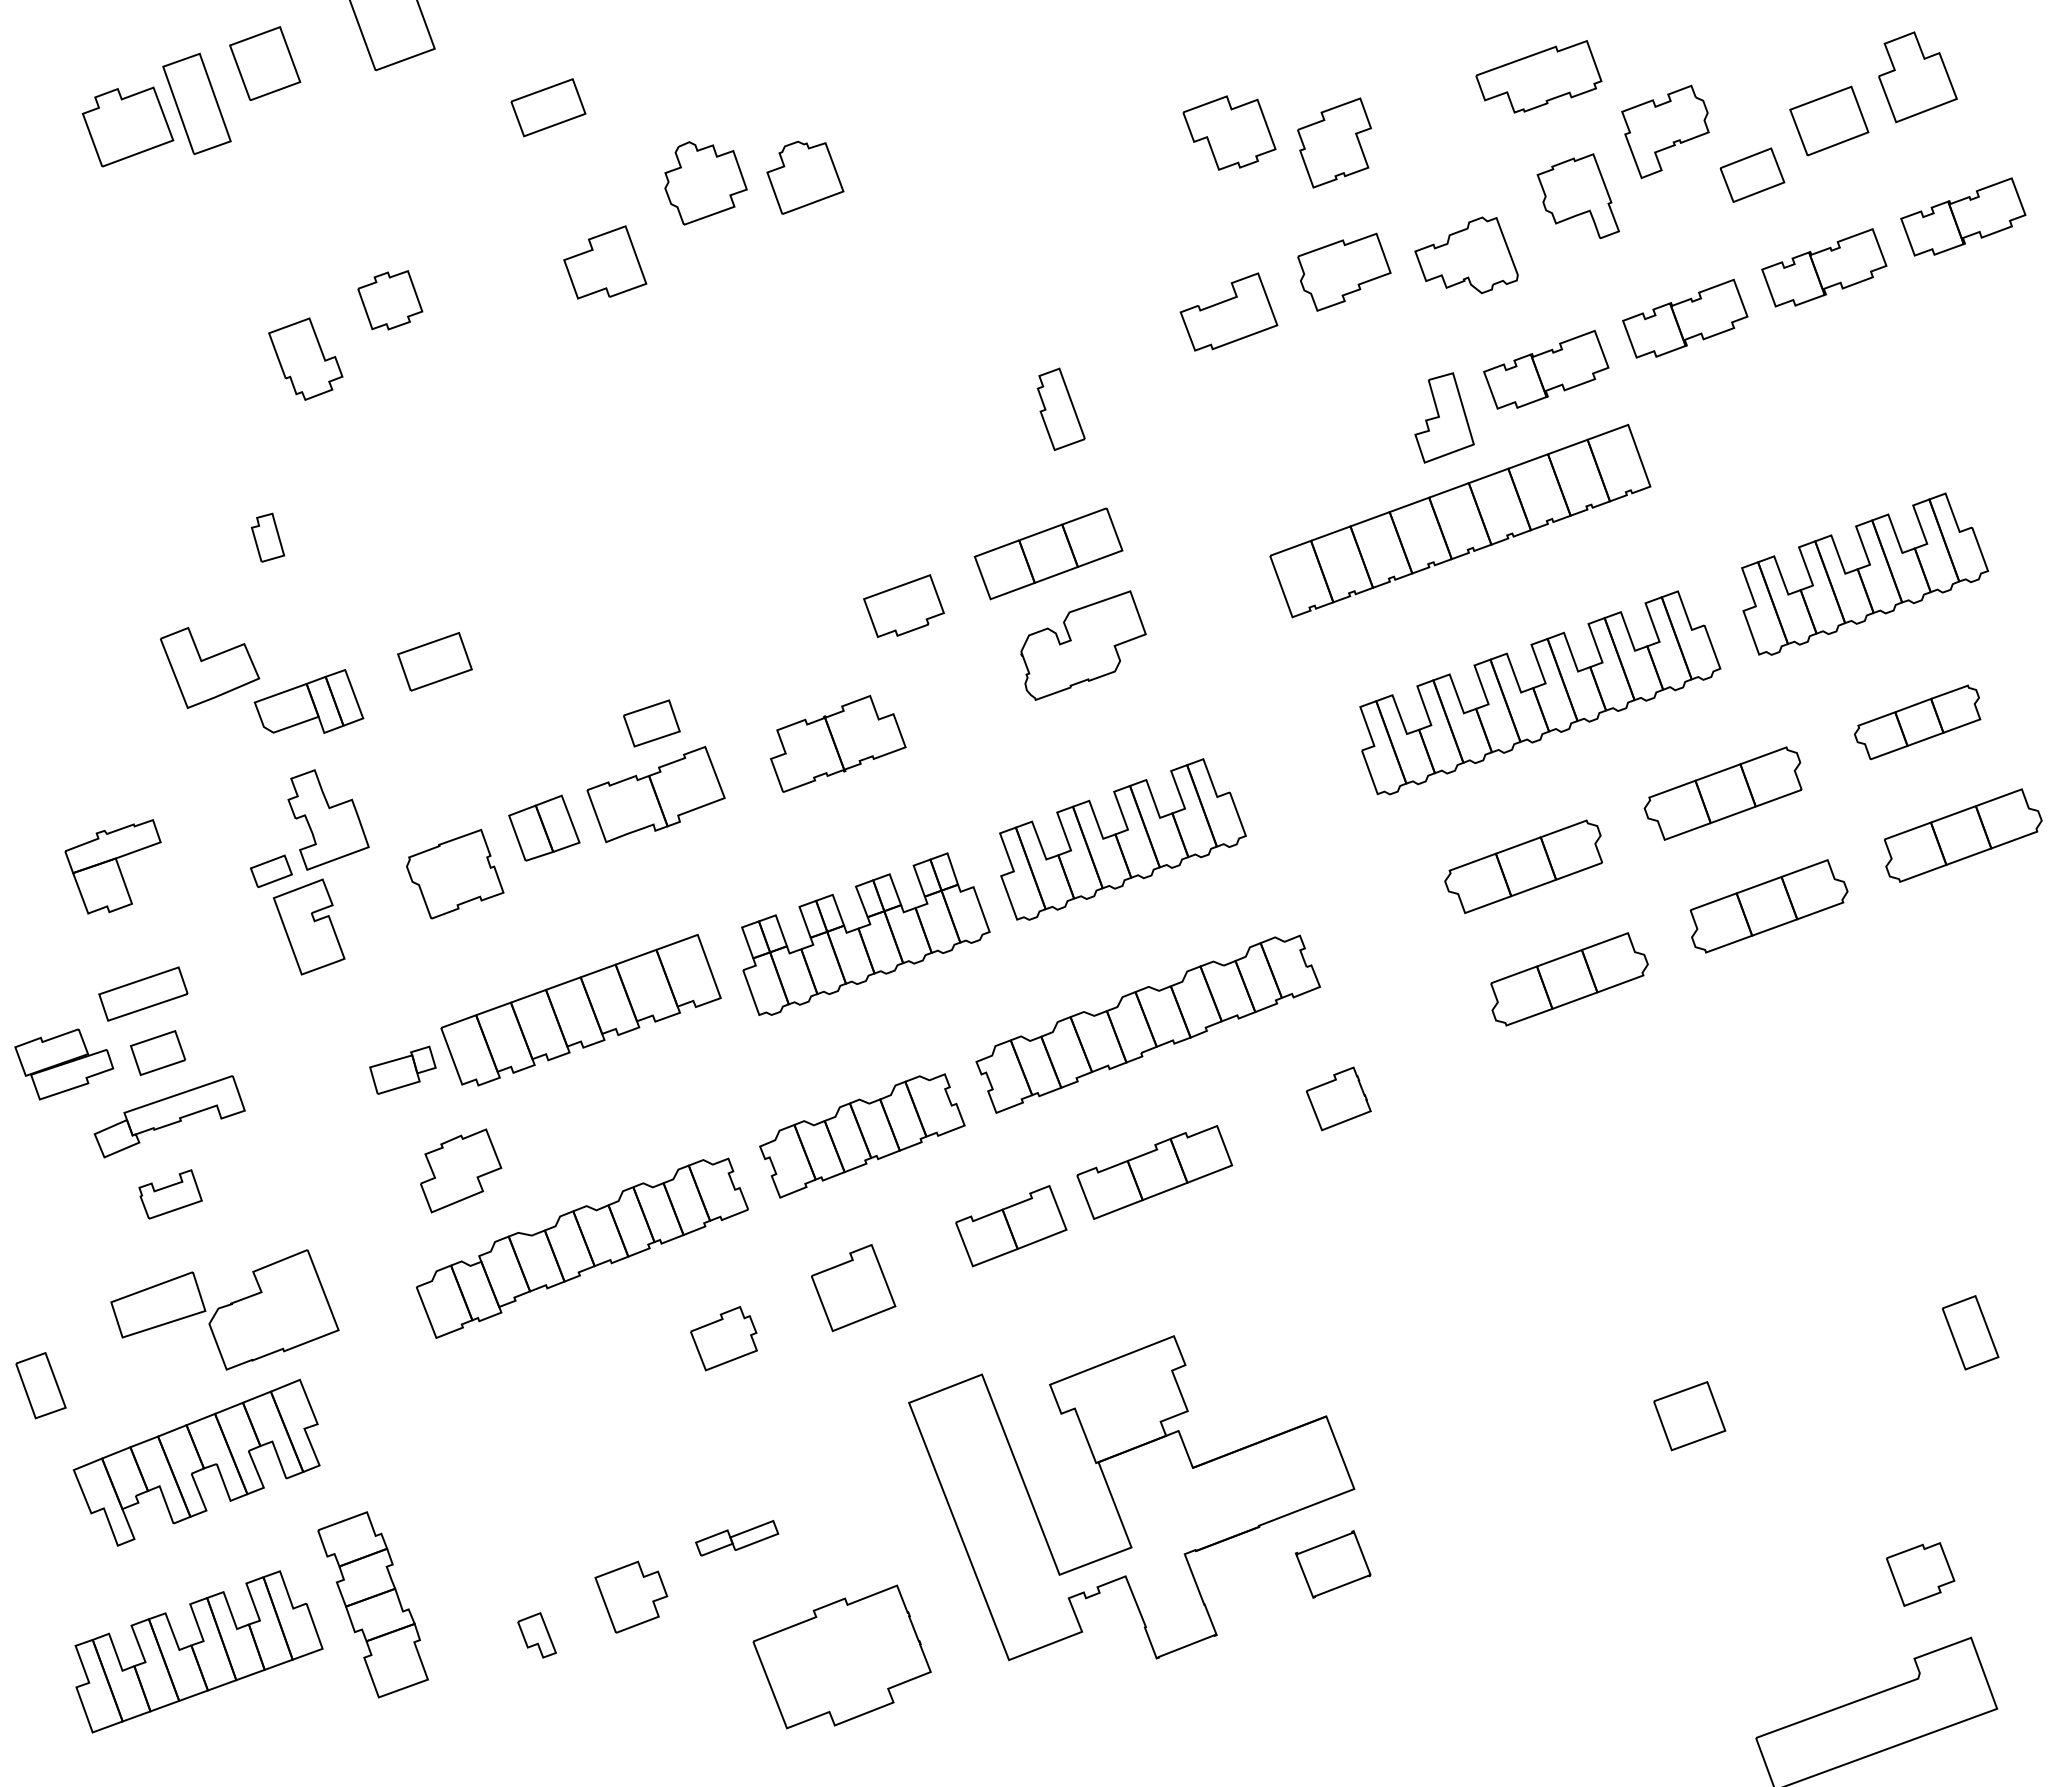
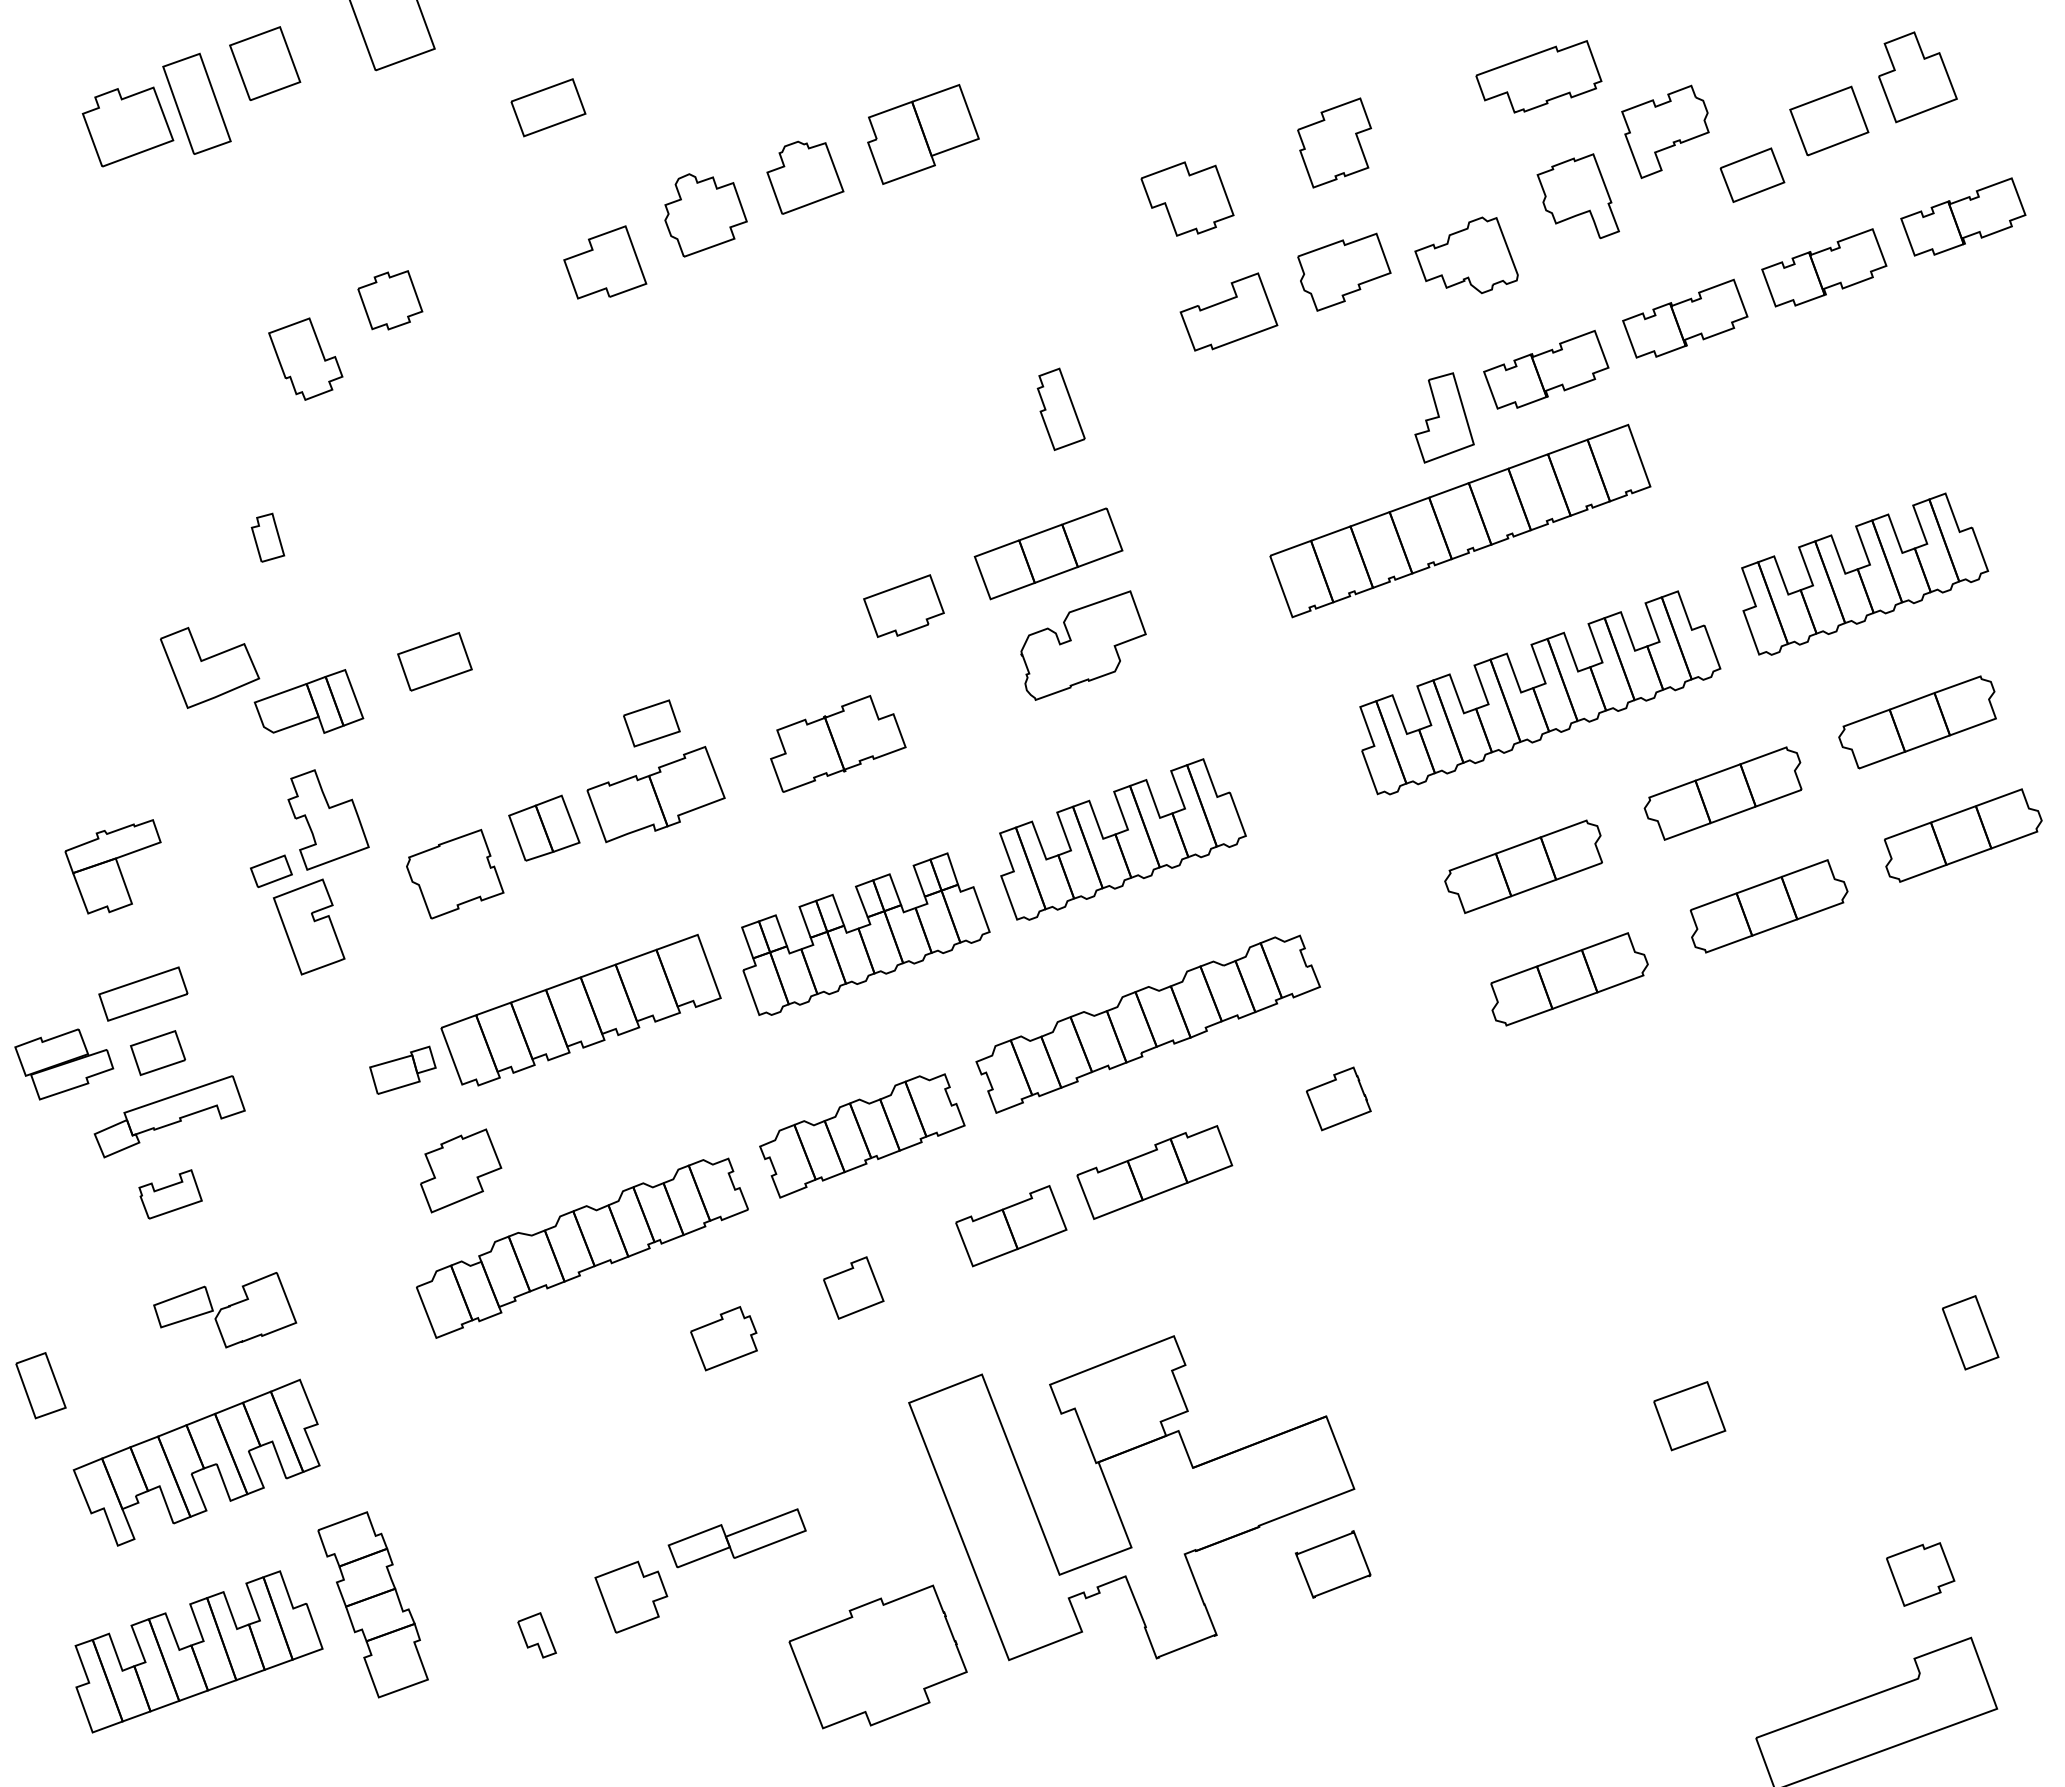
part at (1229, 132) position: (1229, 132) -> (1187, 198)
part at (923, 134): none -> present
part at (705, 183) position: (705, 183) -> (705, 215)
part at (1917, 722) size: 128x77 px -> 159x95 px
part at (853, 1288) size: 86x89 px -> 62x64 px
part at (224, 1309) size: 230x122 px -> 145x77 px
part at (737, 1538) size: 85x37 px -> 140x61 px
part at (841, 1656) position: (841, 1656) -> (877, 1656)
